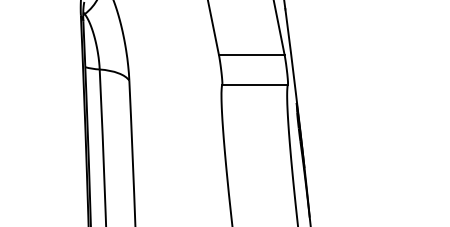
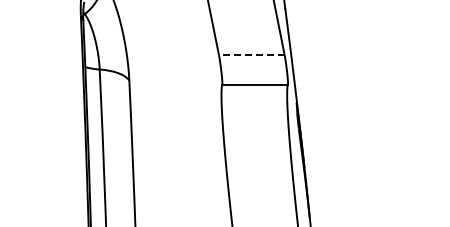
line at (251, 55): solid -> dashed
